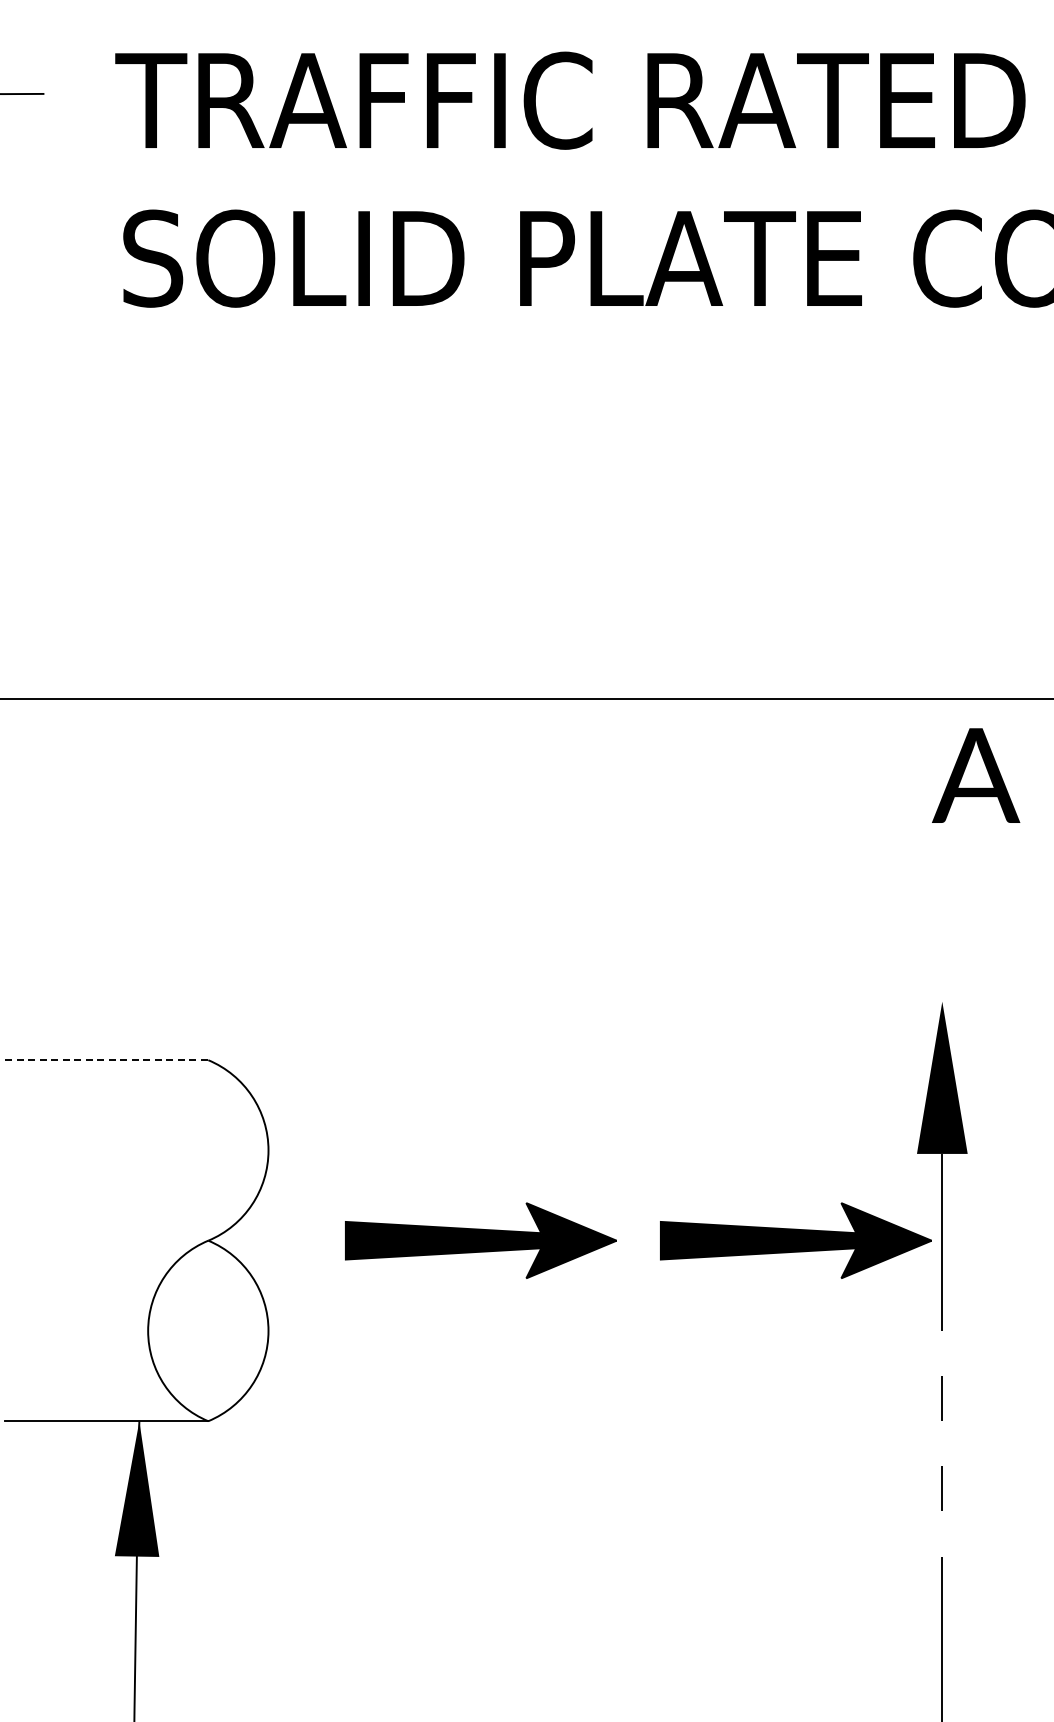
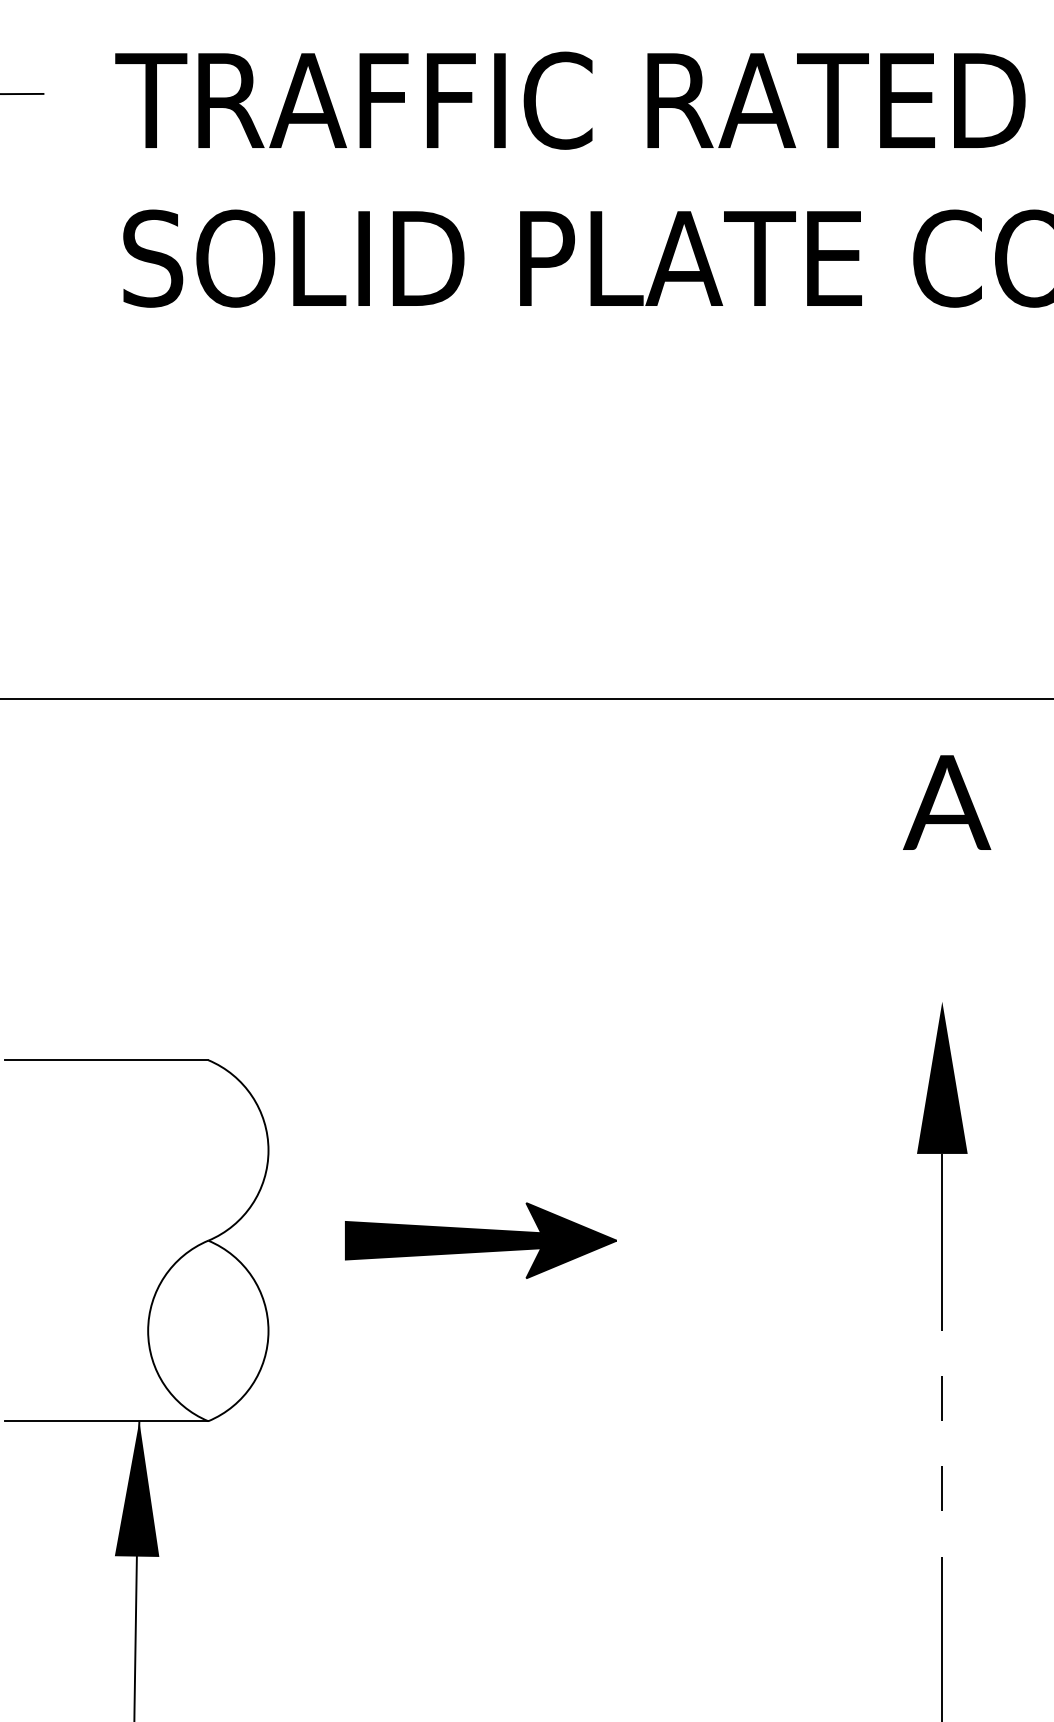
text at (976, 775) position: (976, 775) -> (947, 802)
line at (106, 1060): dashed -> solid
part at (795, 1240): present -> none
